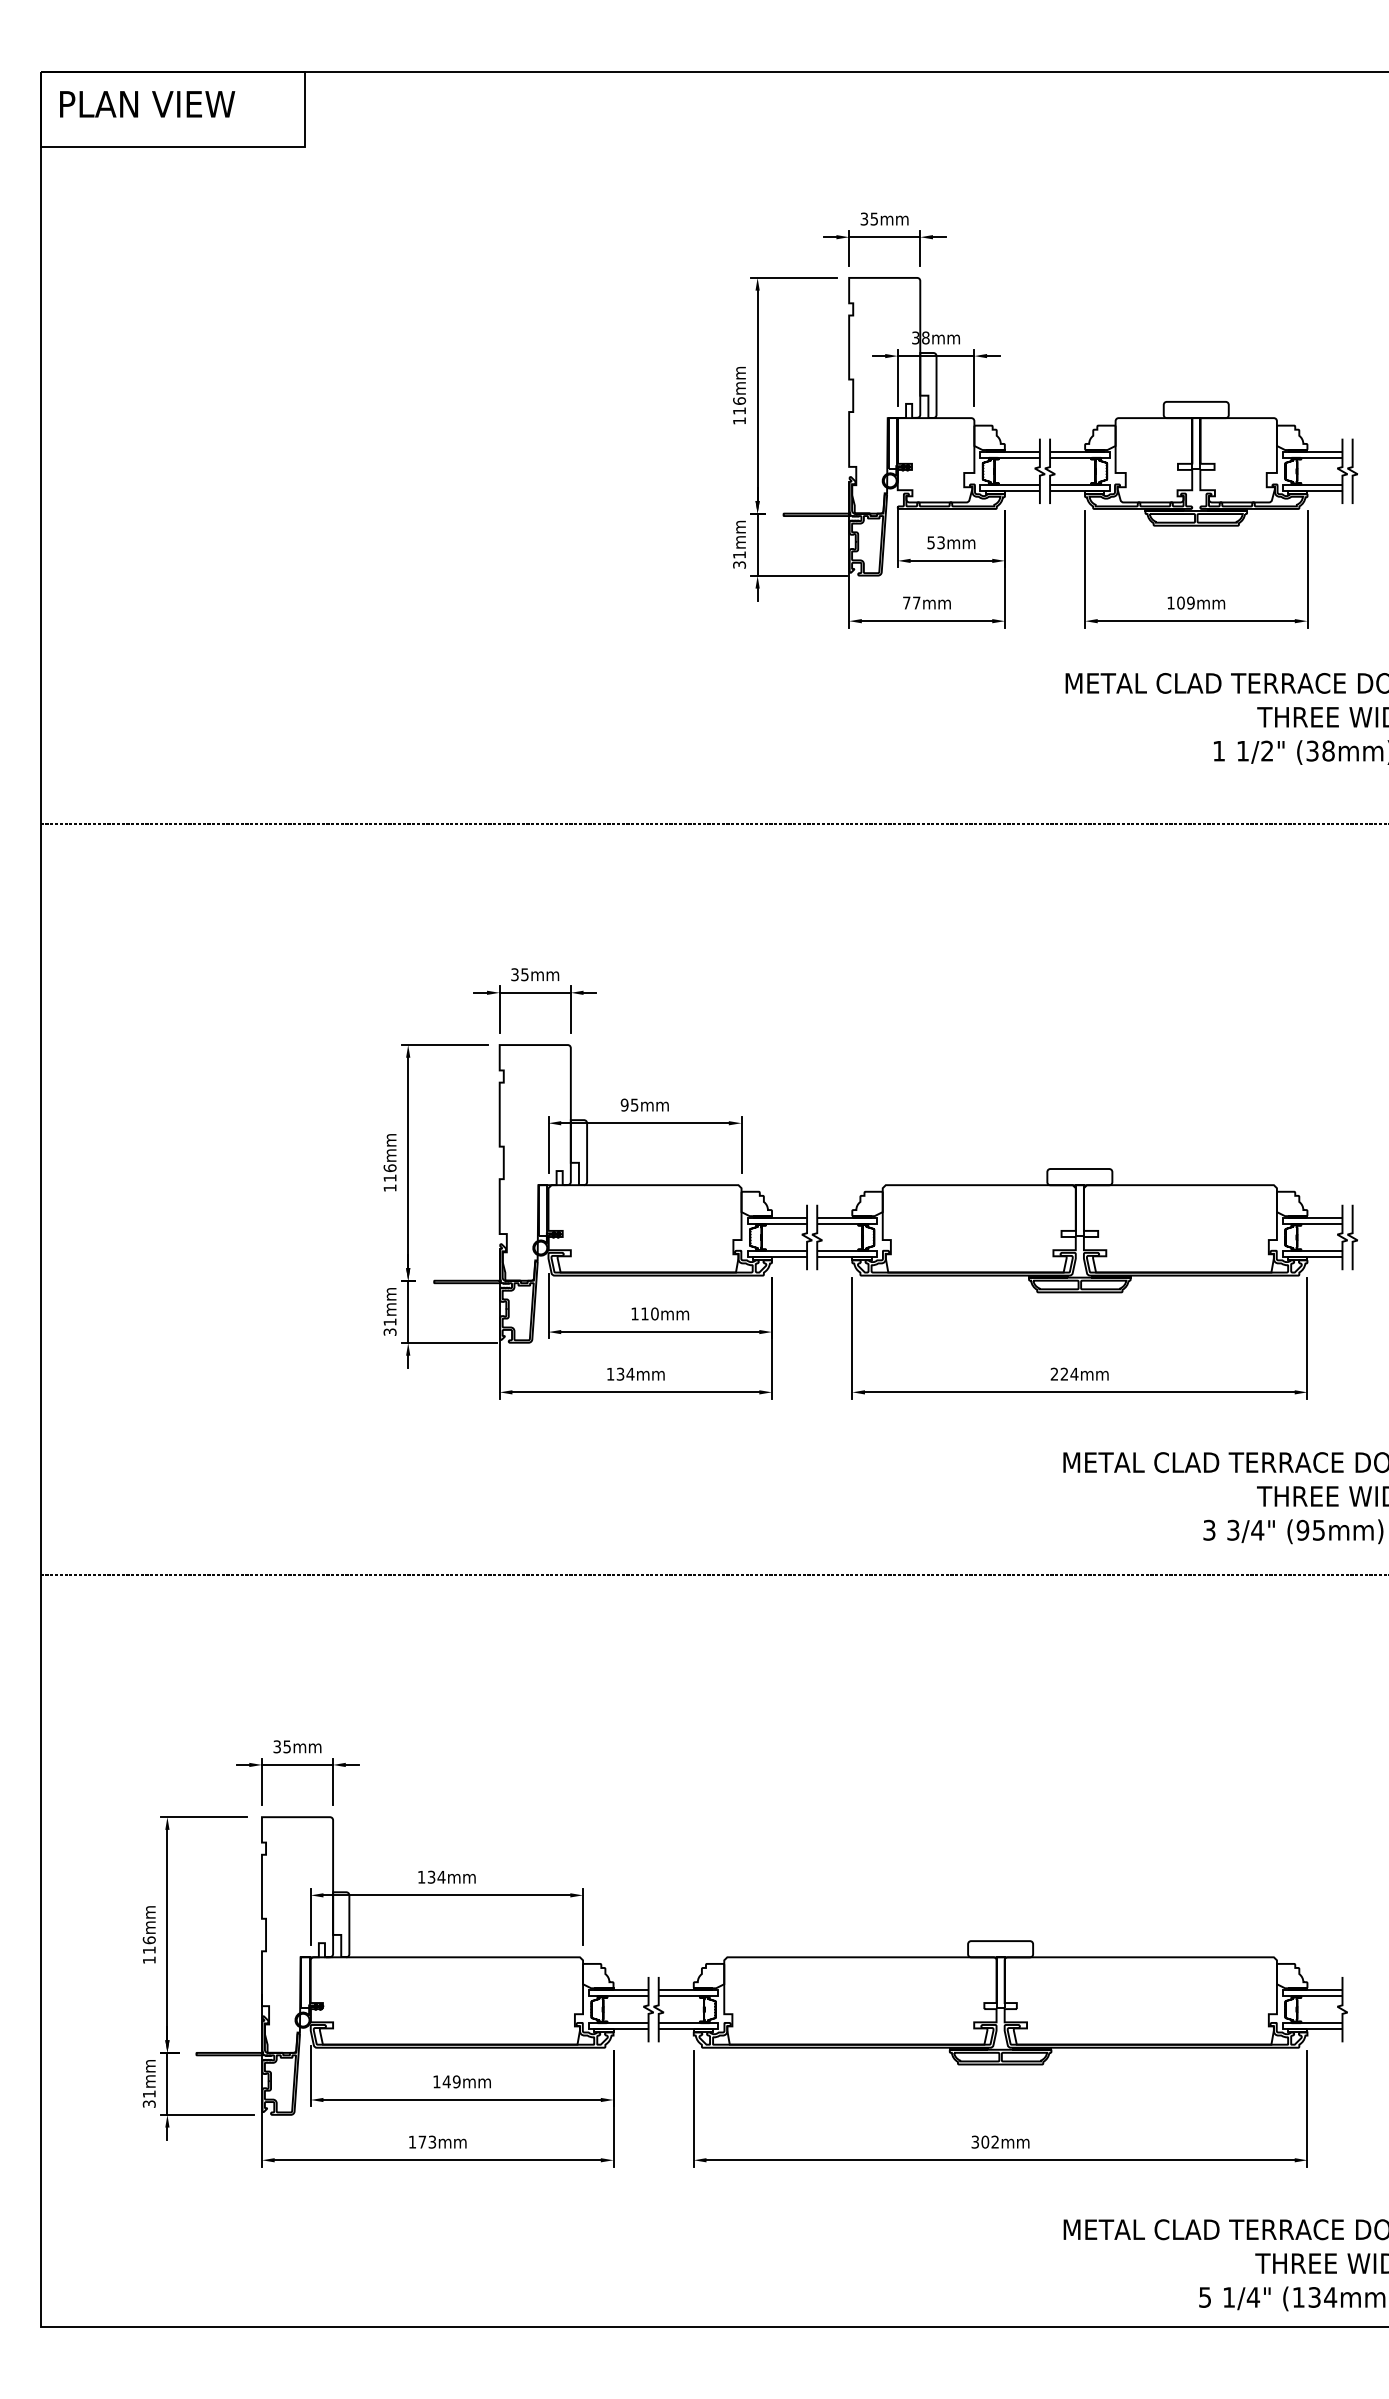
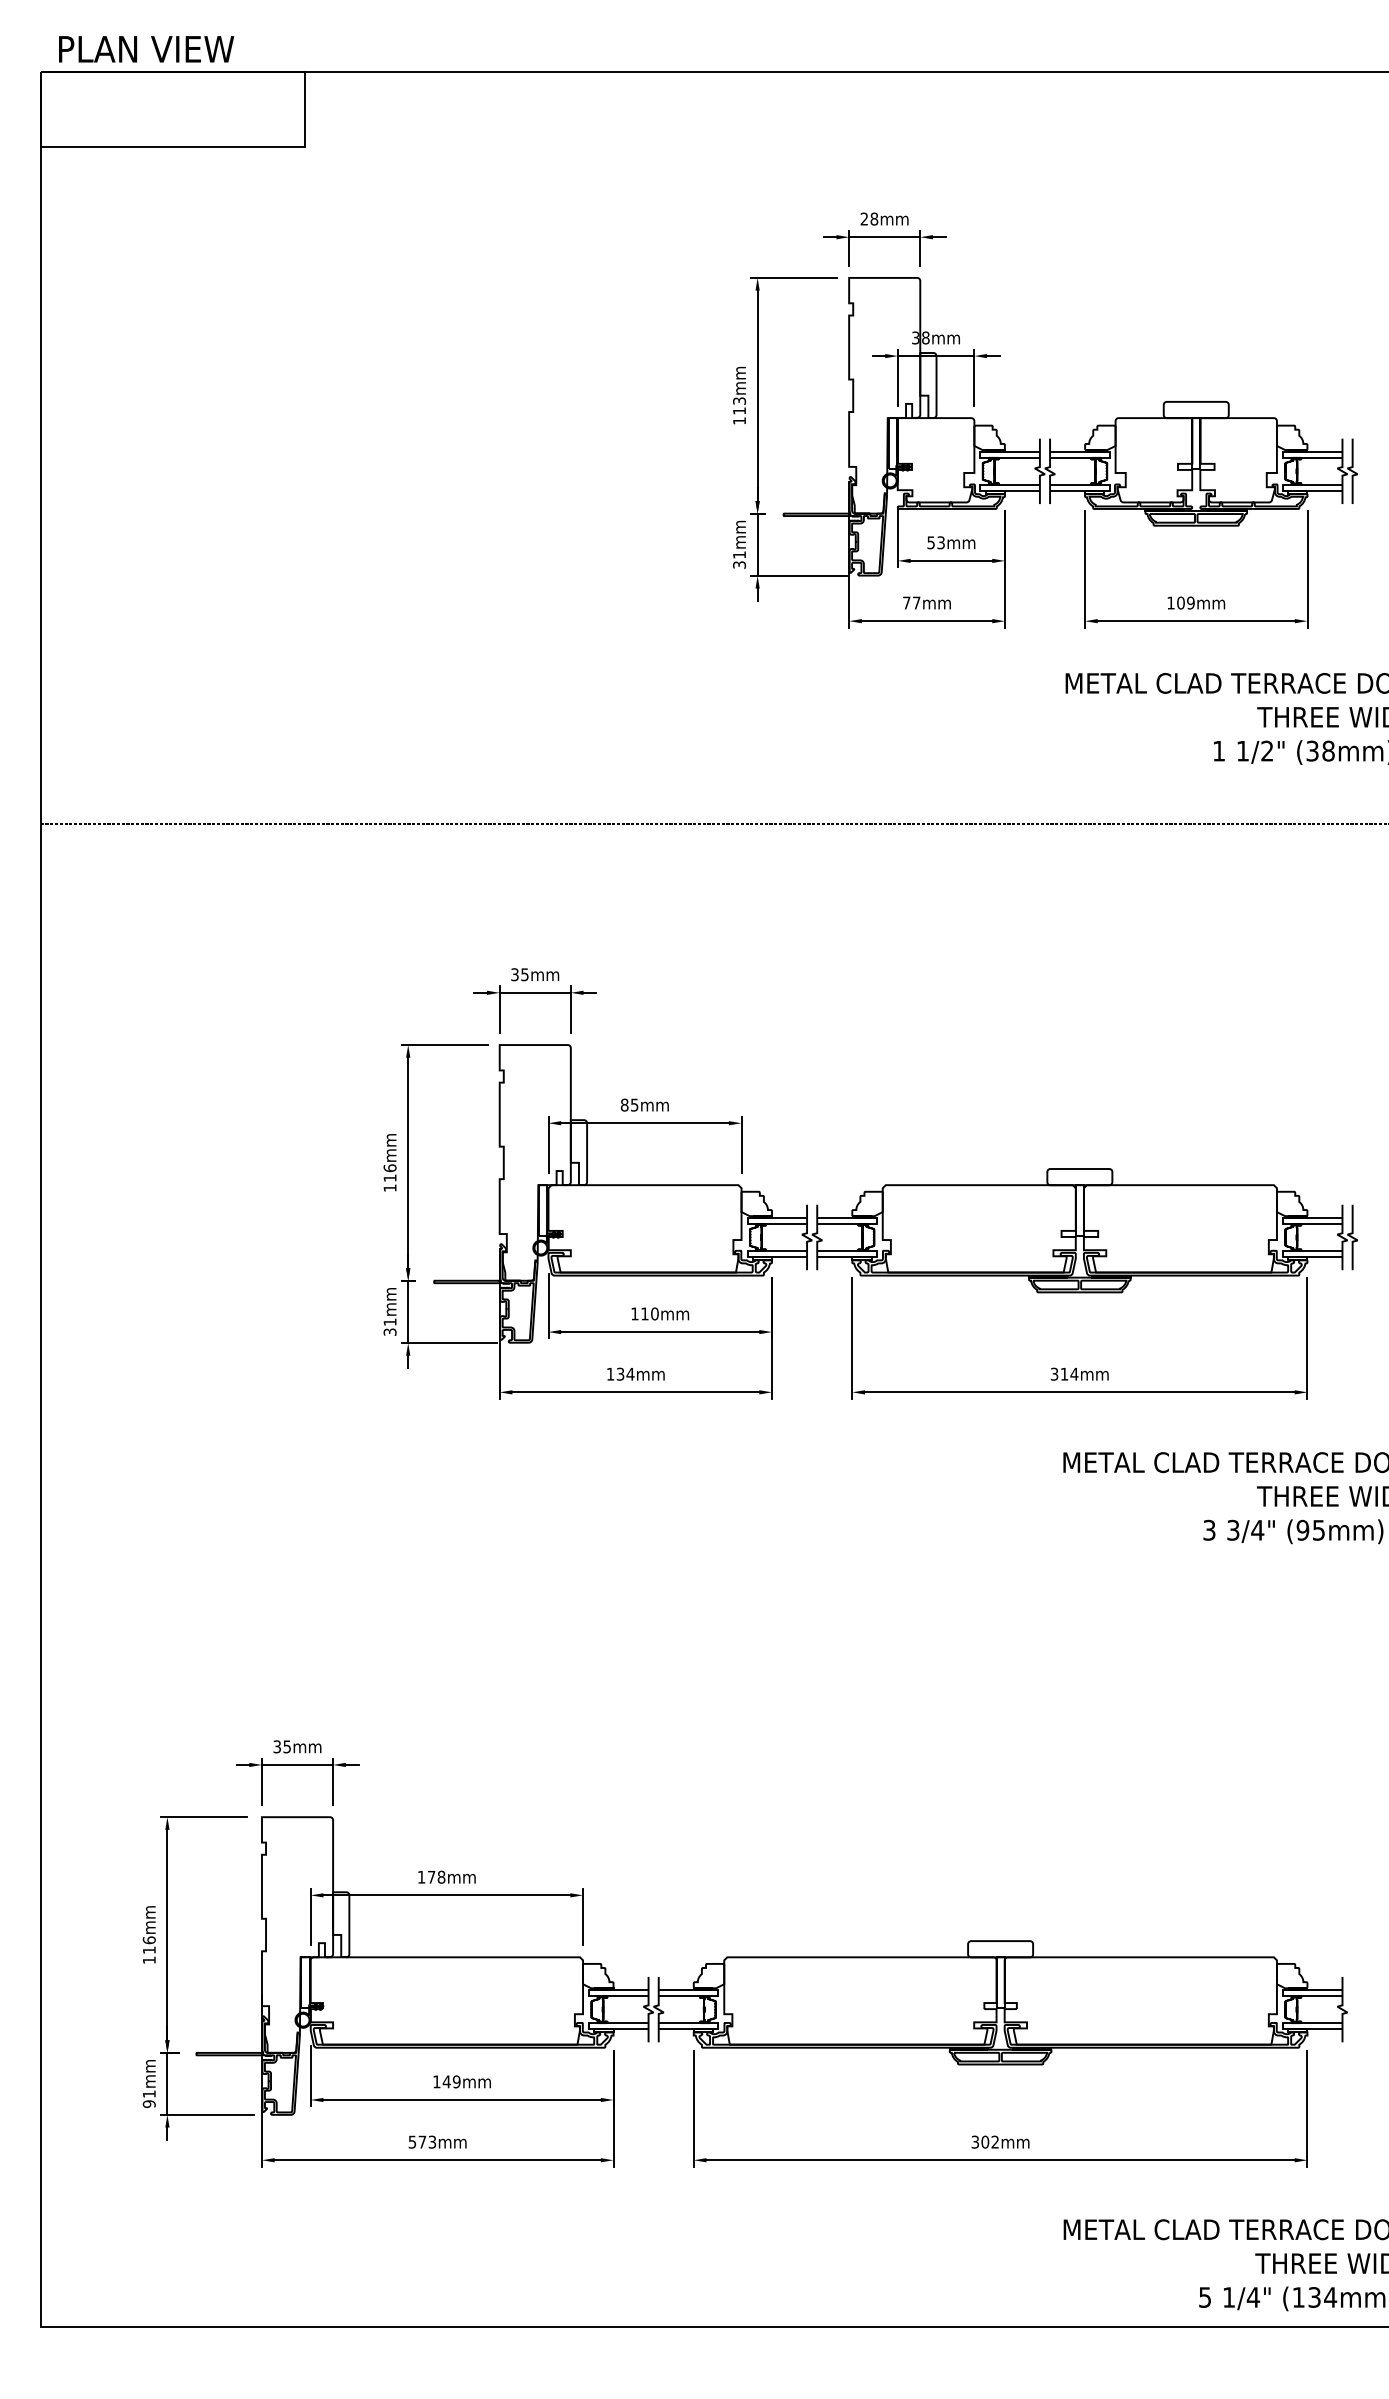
text at (147, 104) position: (147, 104) -> (146, 49)
text at (869, 218): 35mm -> 28mm
text at (739, 400): 116mm -> 113mm
text at (624, 1105): 95mm -> 85mm
text at (1059, 1373): 224mm -> 314mm
line at (713, 1575): present -> none
text at (436, 1876): 134mm -> 178mm
text at (148, 2104): 31mm -> 91mm
text at (412, 2141): 173mm -> 573mm
